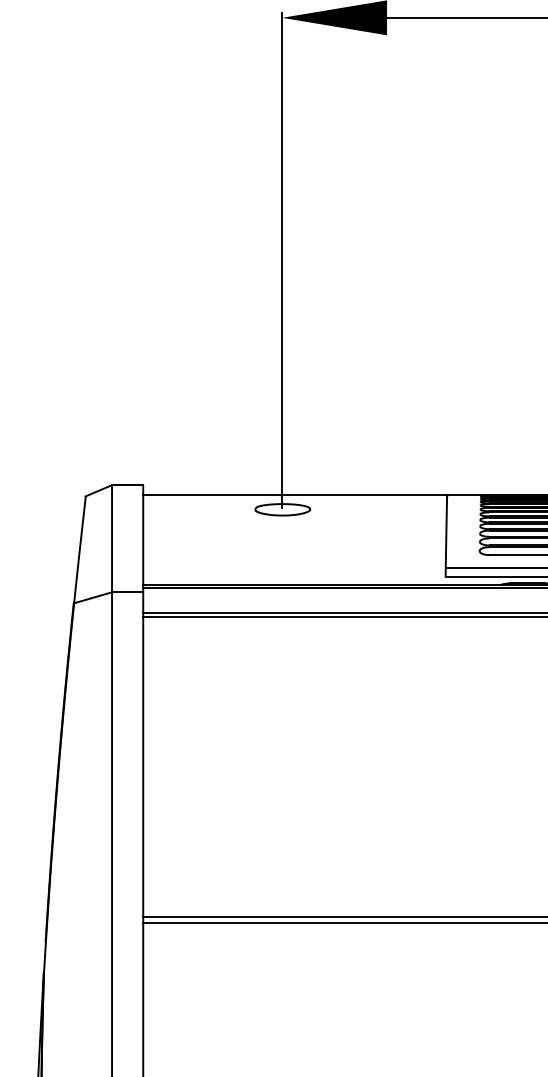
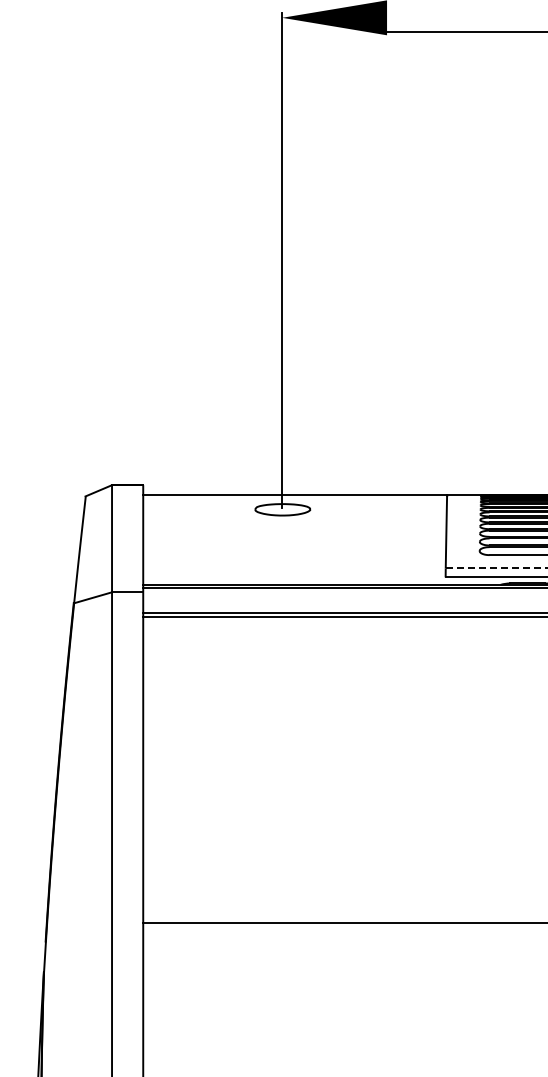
line at (465, 17) position: (465, 17) -> (465, 31)
line at (496, 568): solid -> dashed
line at (343, 917): present -> none
